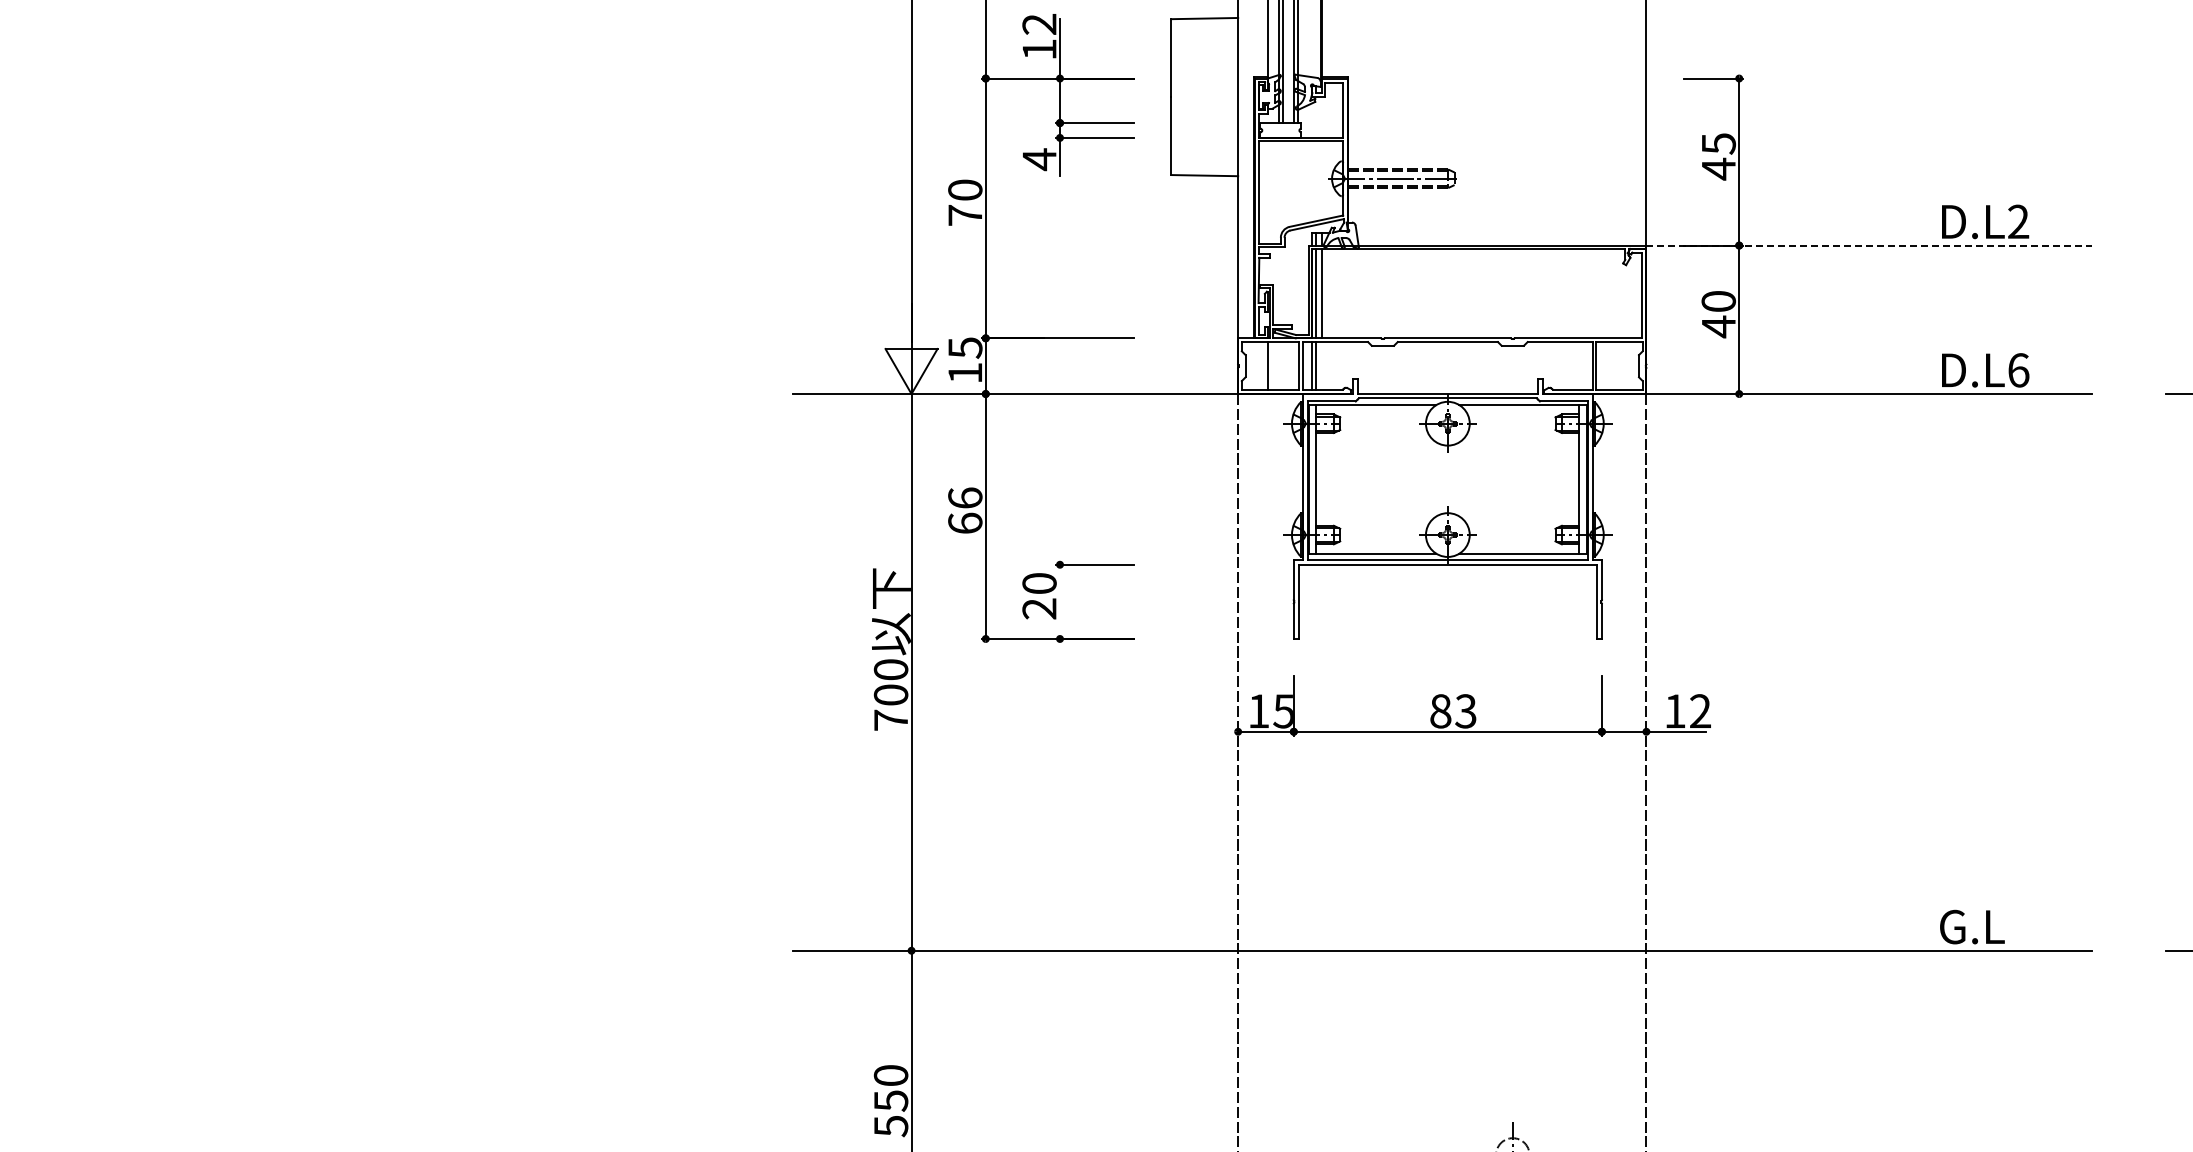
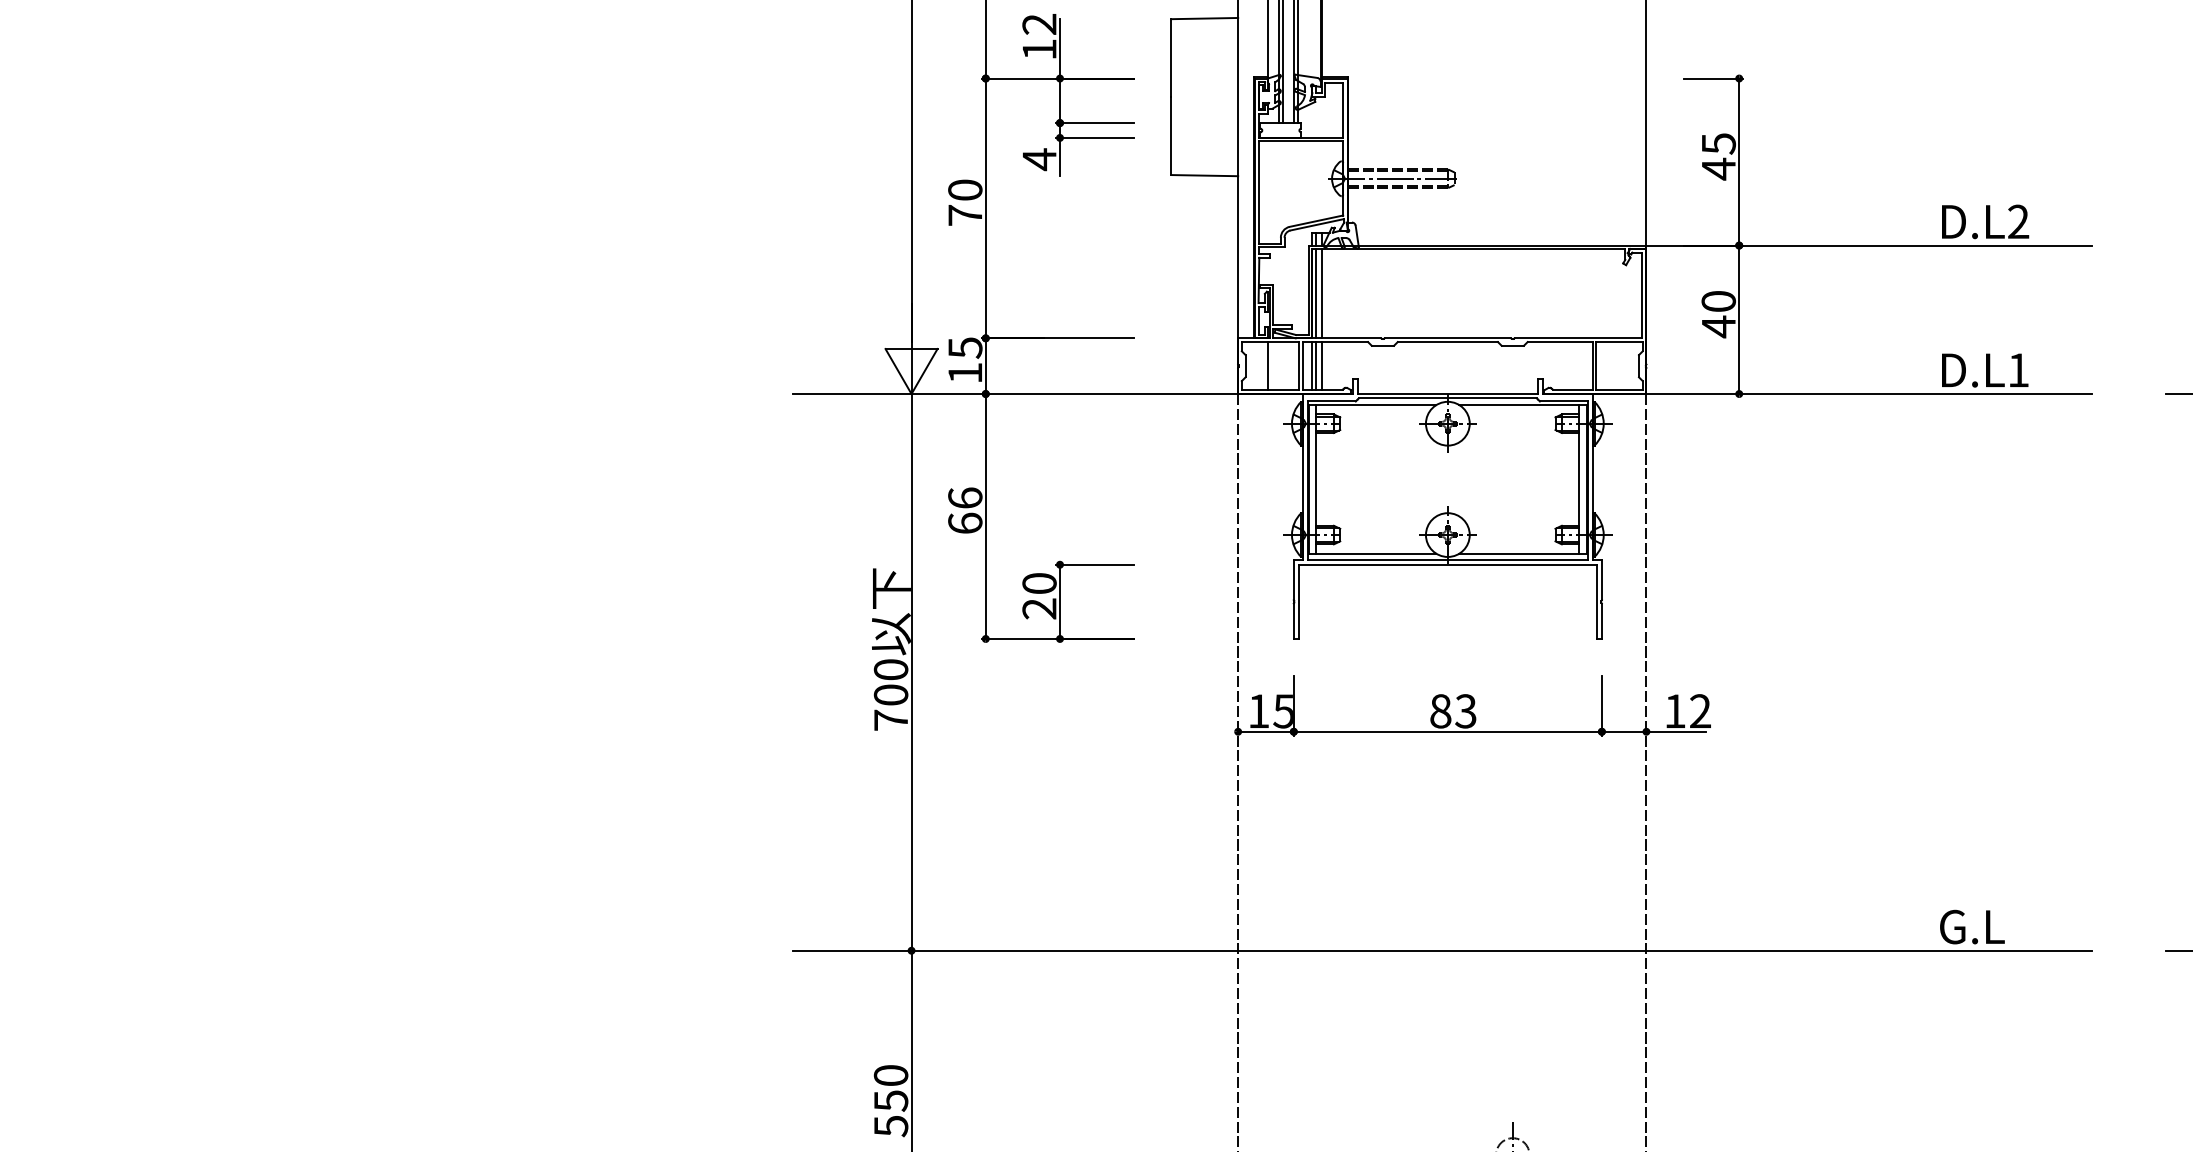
line at (1869, 245): dashed -> solid
line at (1321, 365): none -> present
text at (2018, 370): D.L6 -> D.L1
line at (1060, 601): none -> present
